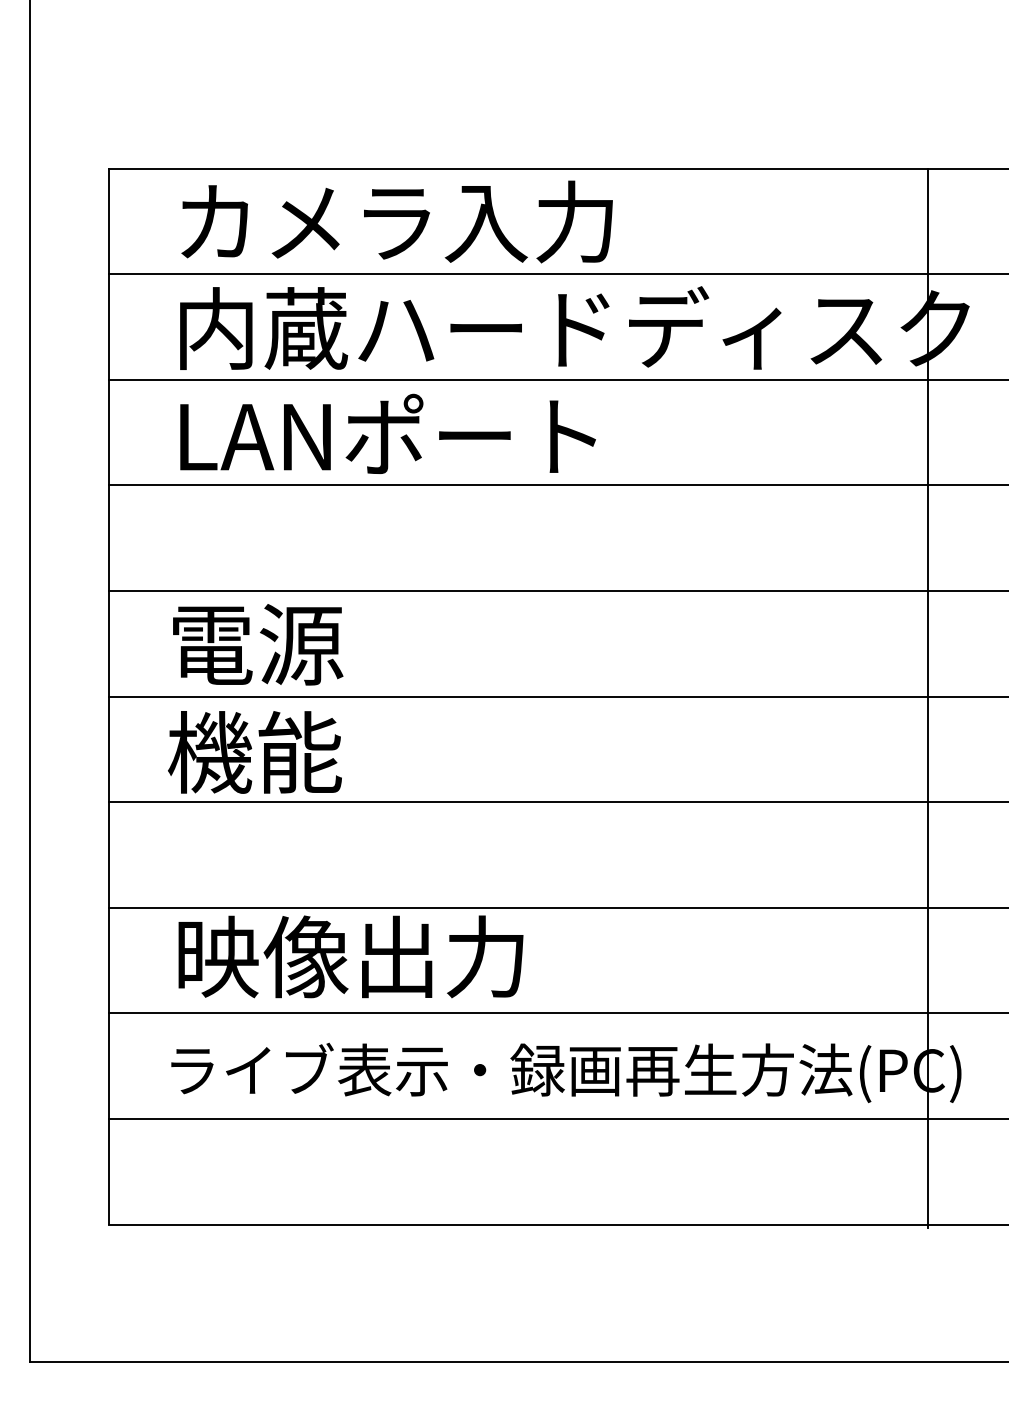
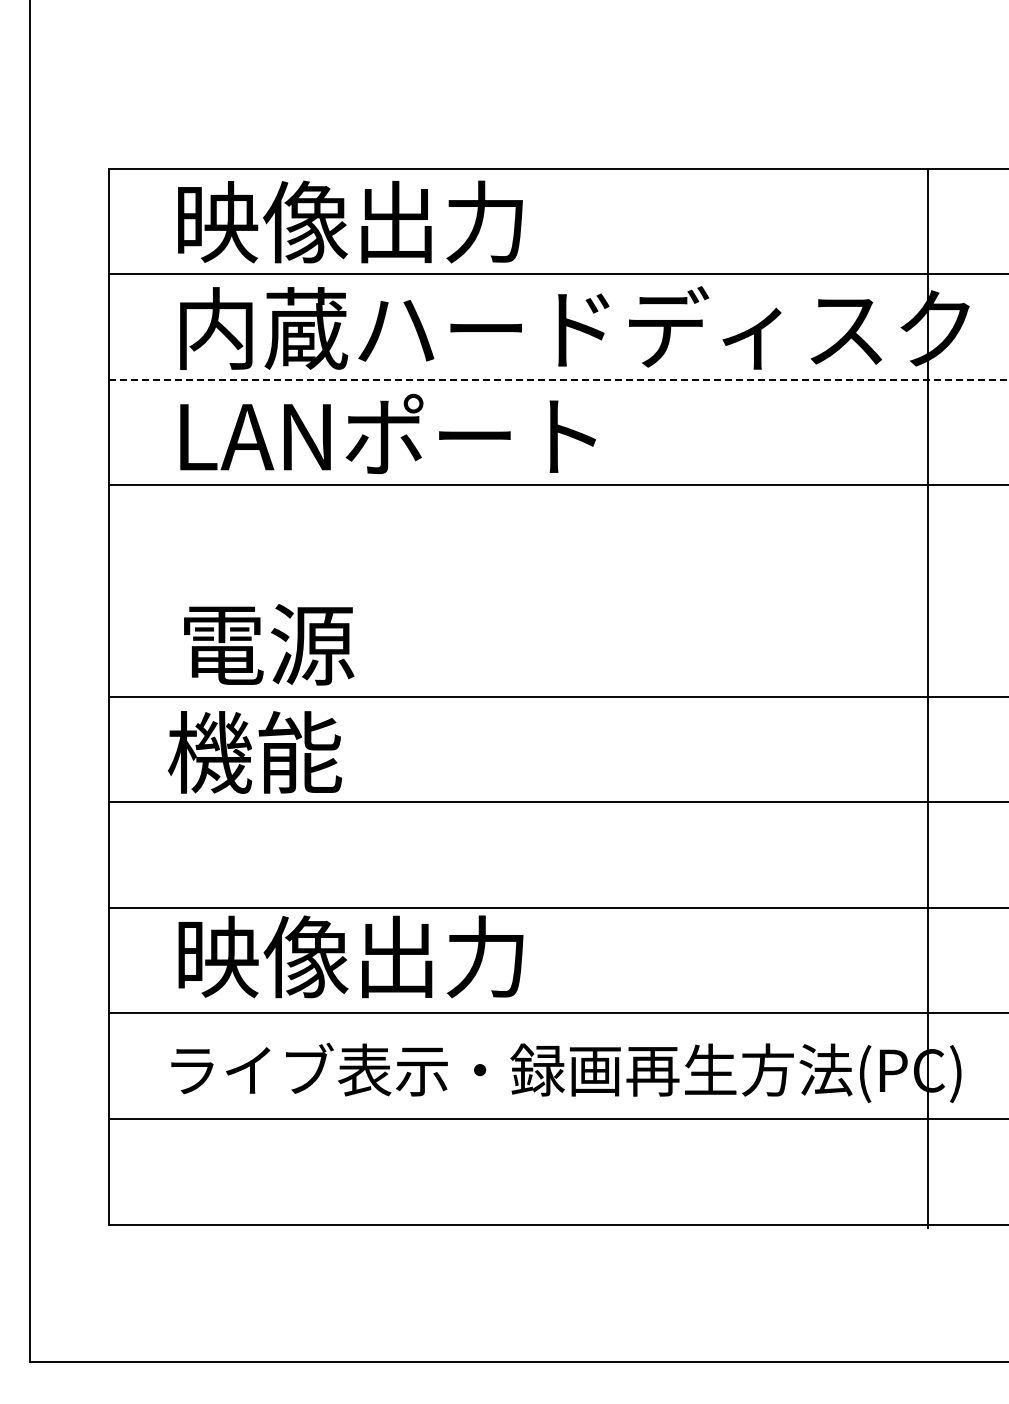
text at (395, 221): カメラ入力 -> 映像出力
line at (559, 379): solid -> dashed
line at (557, 591): present -> none
text at (258, 644) position: (258, 644) -> (269, 644)
